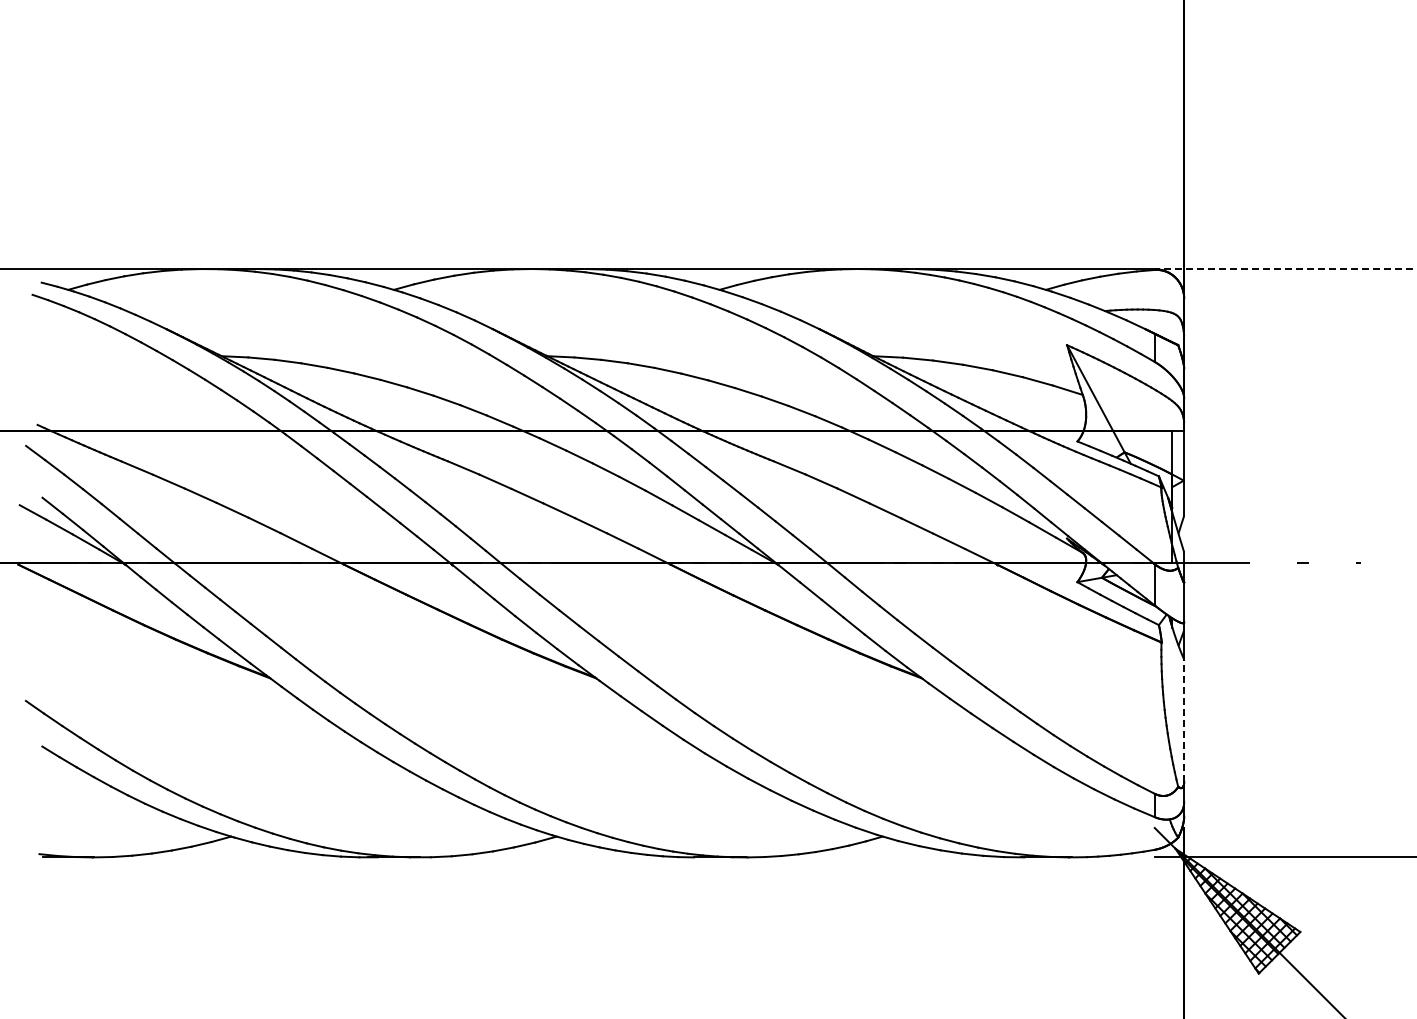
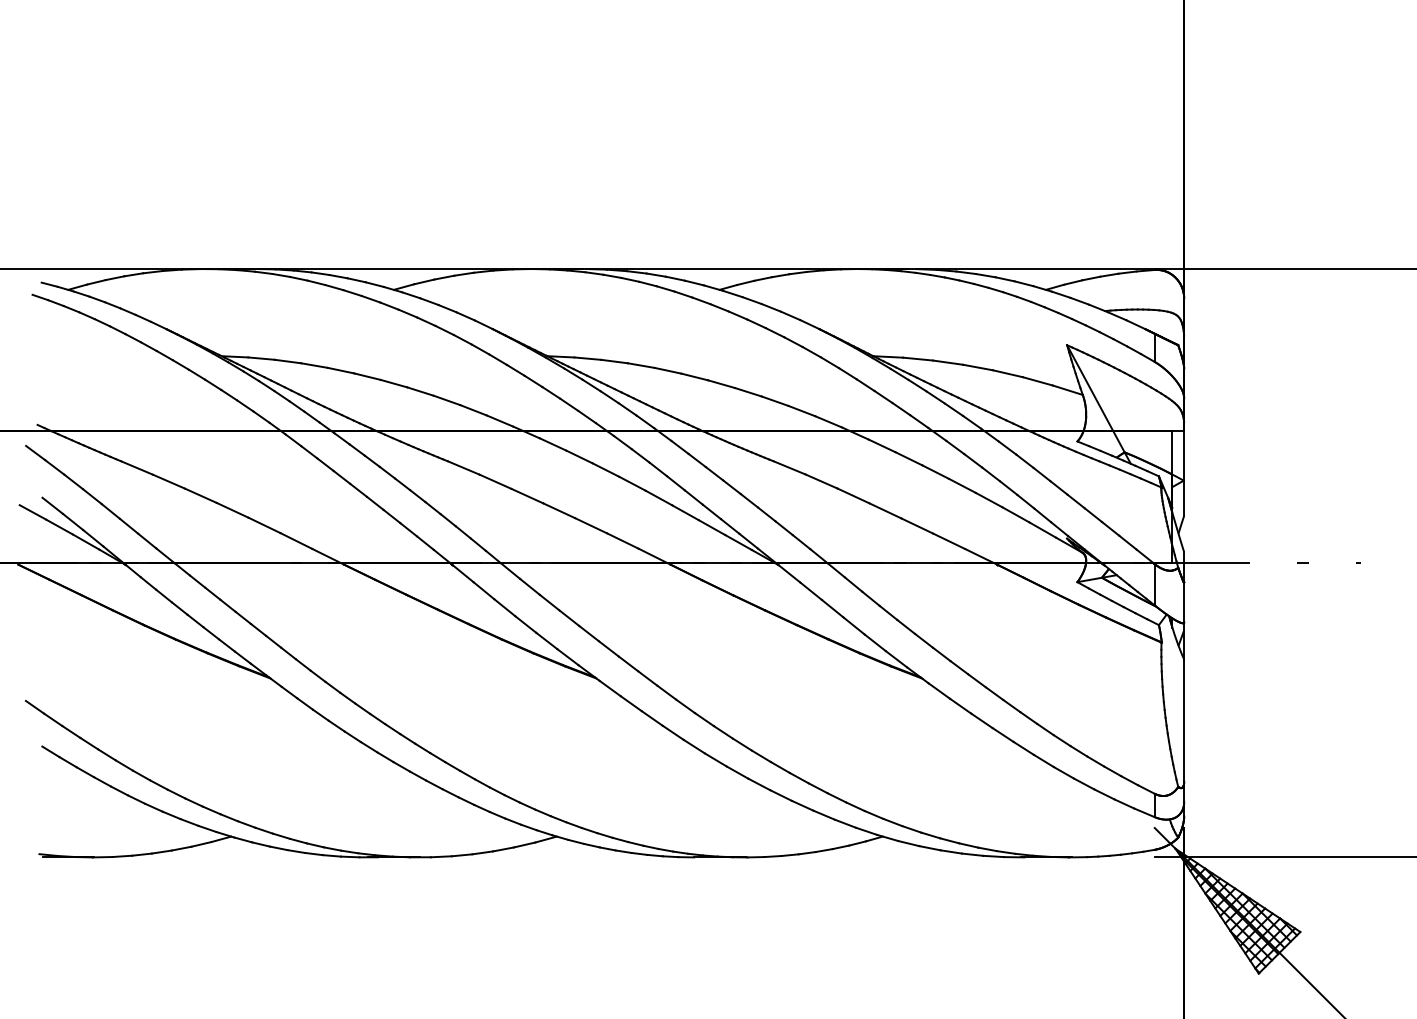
line at (1285, 269): dashed -> solid
line at (1184, 720): dashed -> solid
